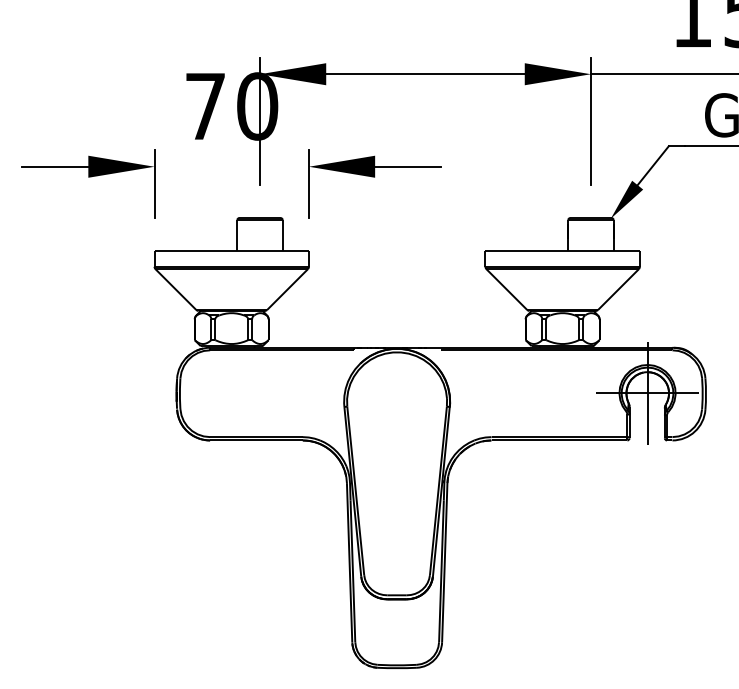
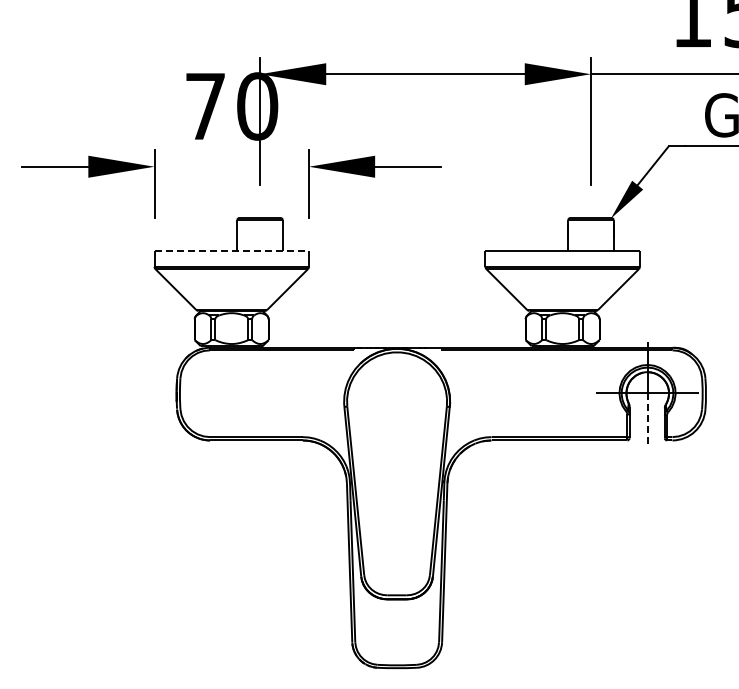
line at (232, 251): solid -> dashed
line at (647, 419): solid -> dashed
